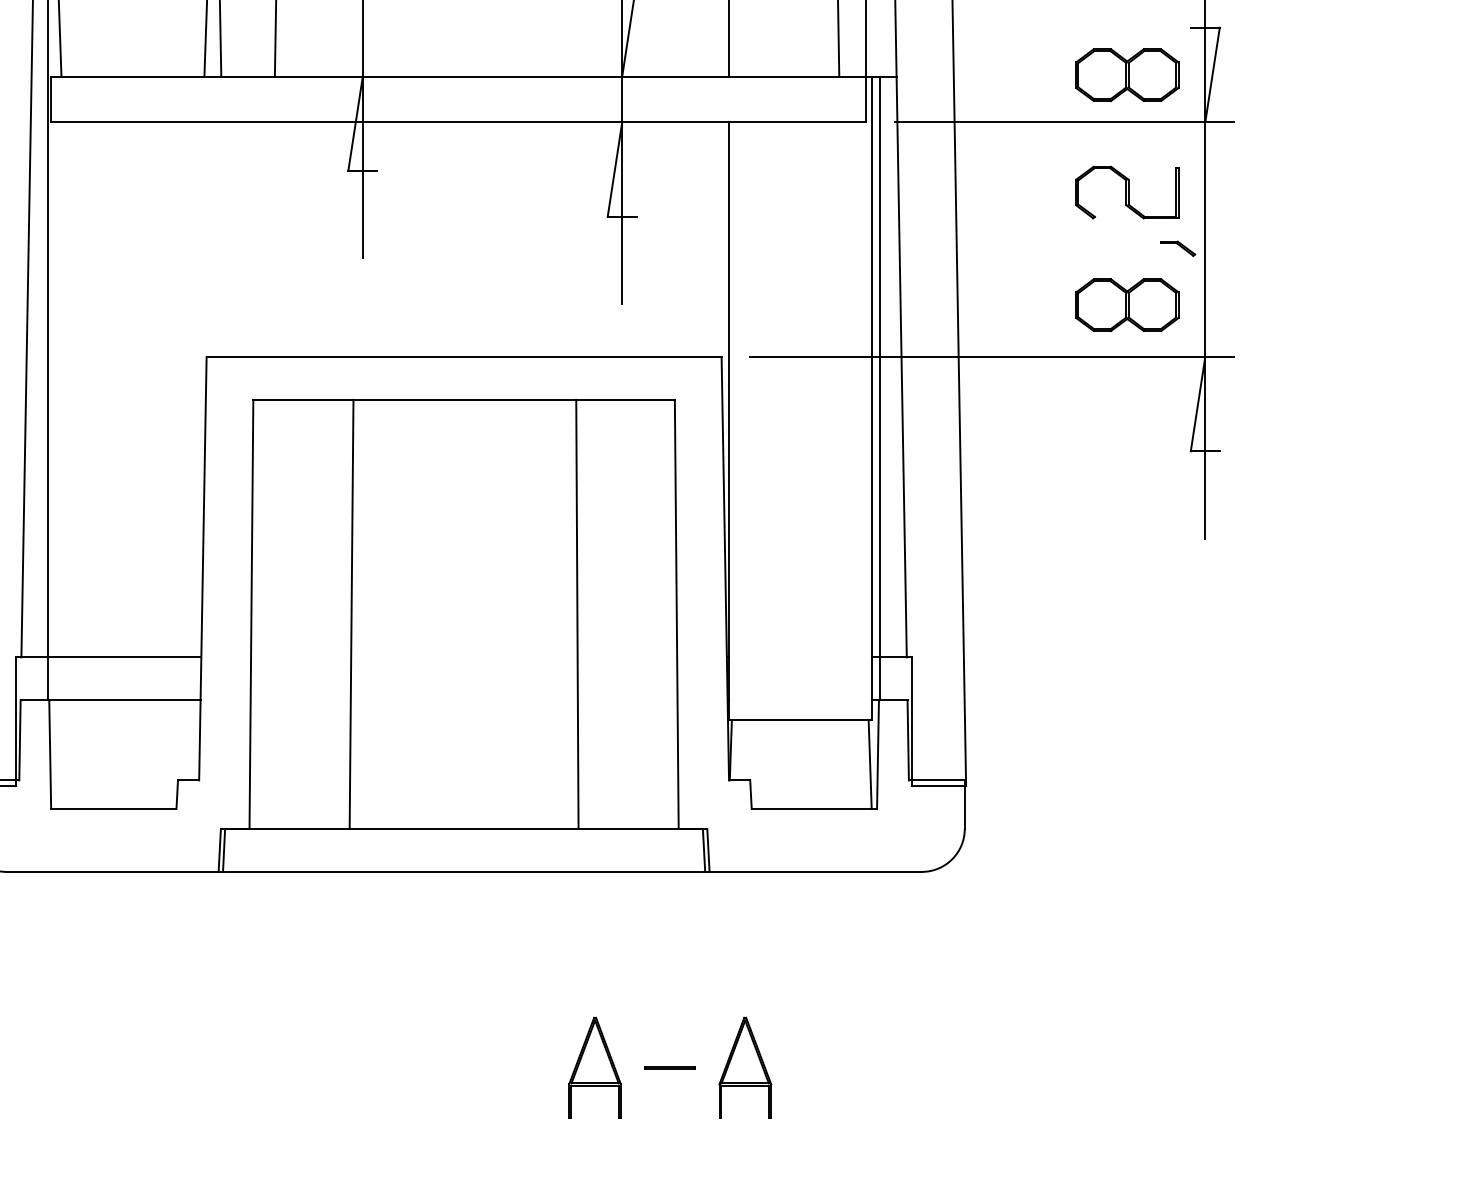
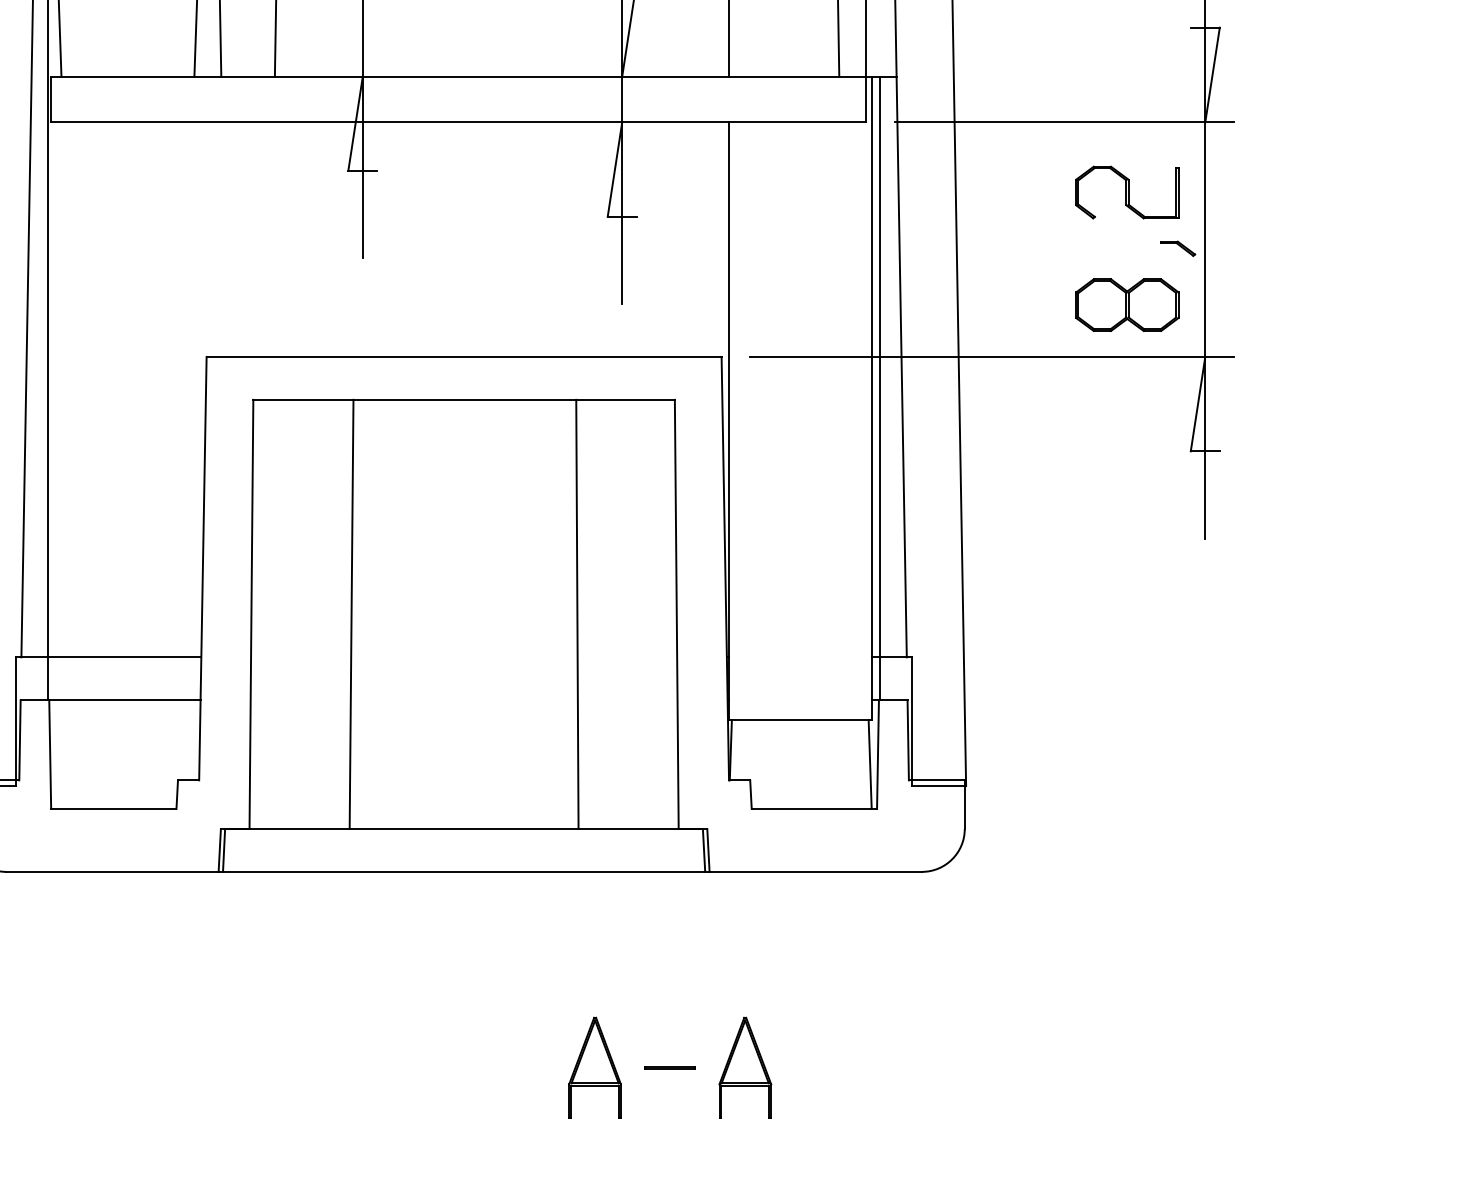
line at (205, 39) position: (205, 39) -> (195, 39)
part at (1127, 74): present -> none
